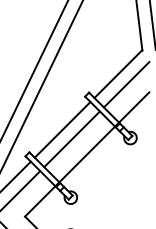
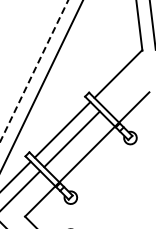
line at (34, 71): solid -> dashed
line at (126, 84): present -> none
